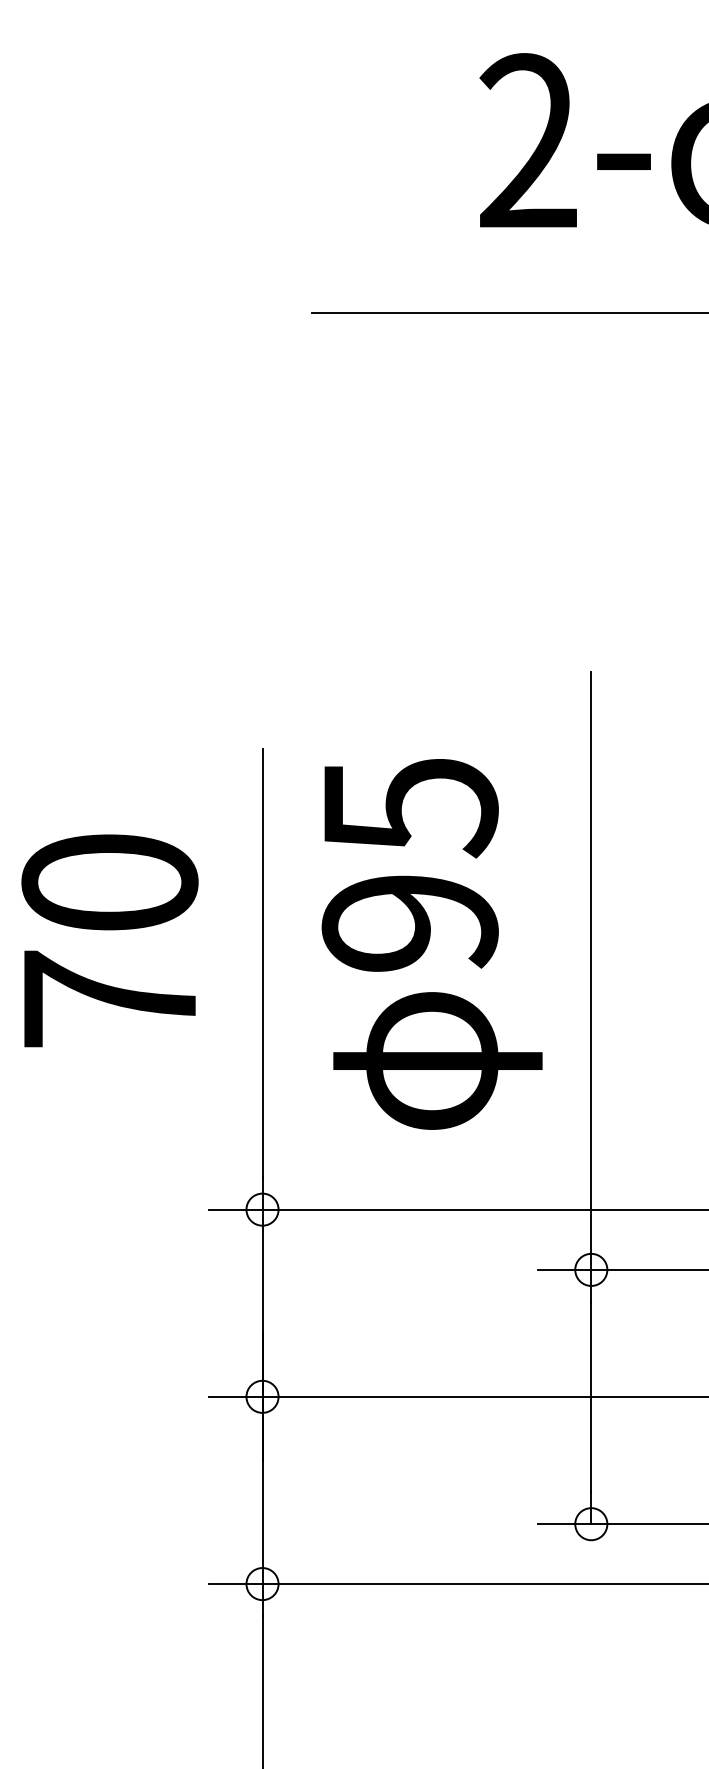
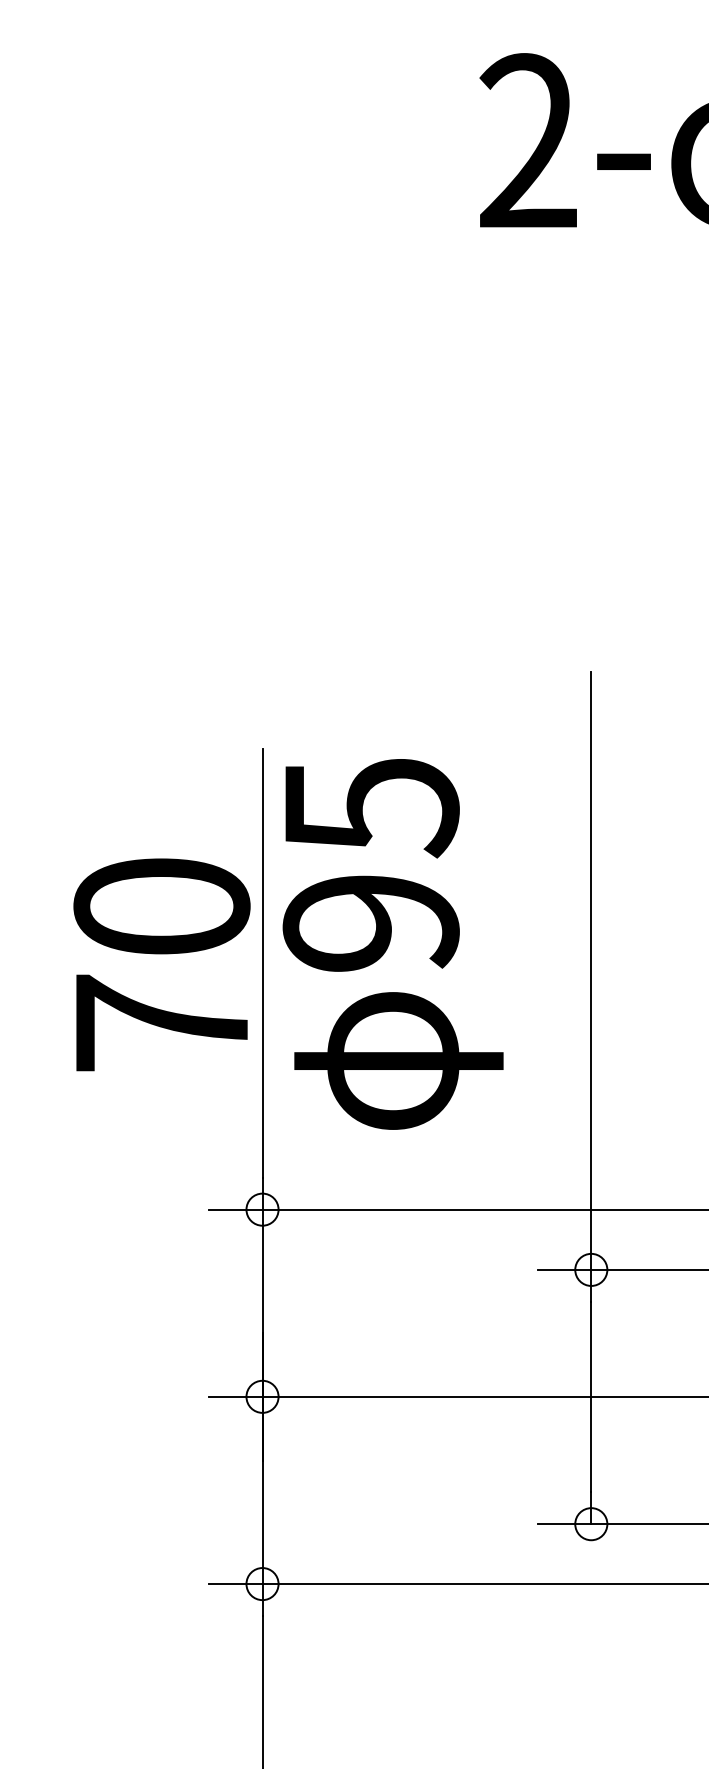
line at (508, 312): present -> none
text at (109, 940) position: (109, 940) -> (161, 964)
text at (431, 944) position: (431, 944) -> (392, 944)
